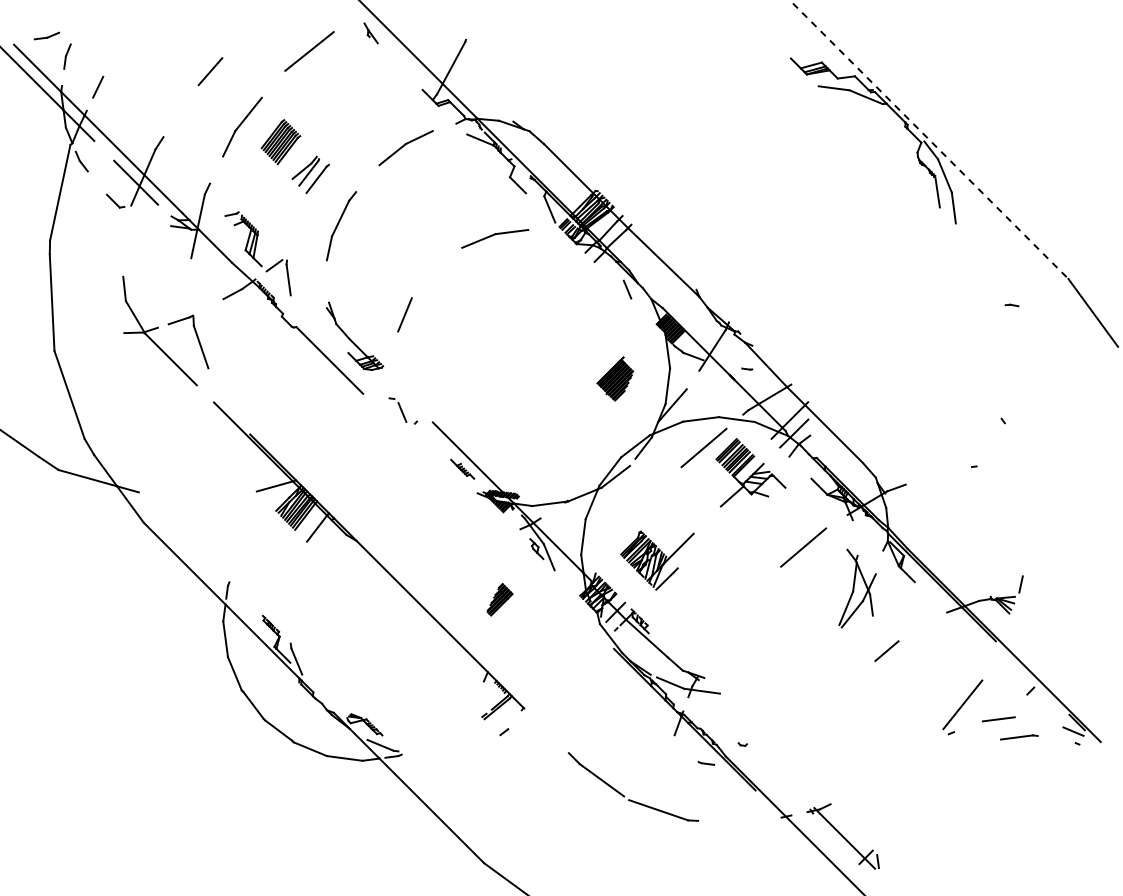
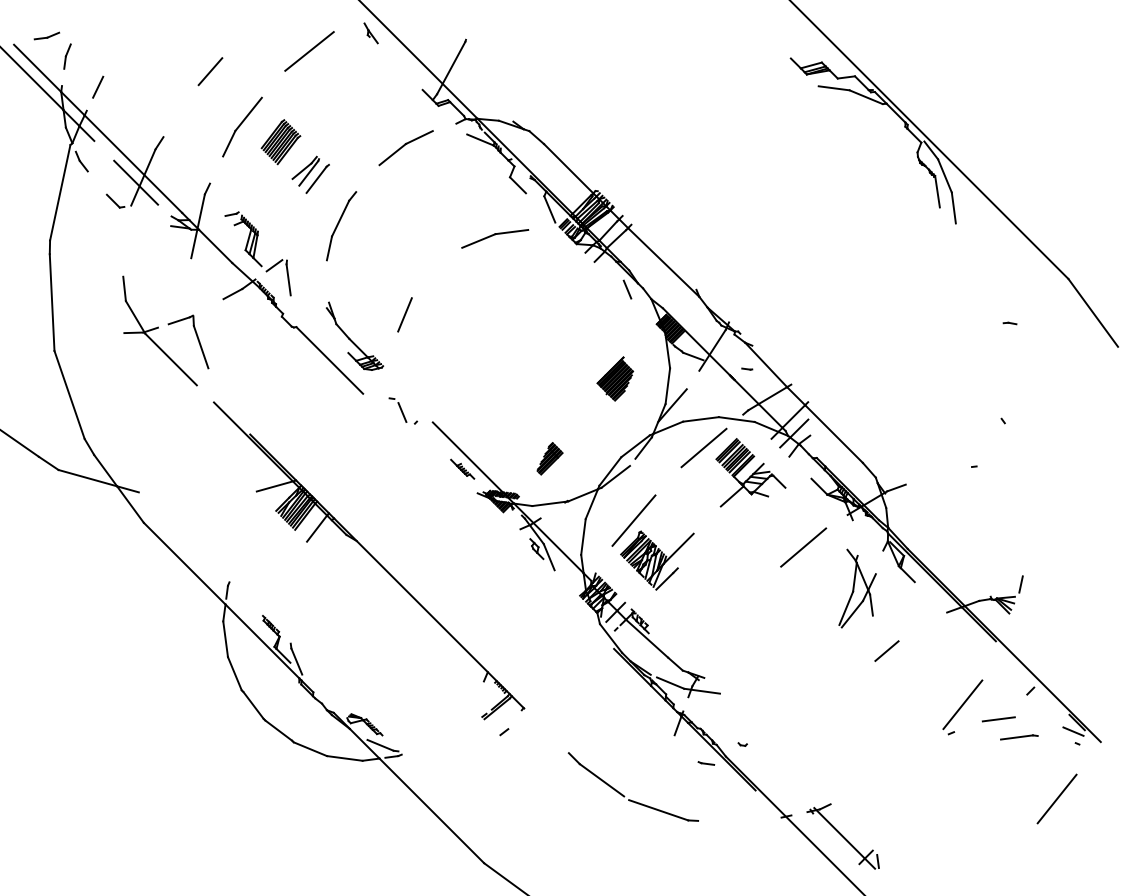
line at (929, 139): dashed -> solid
part at (1011, 305) position: (1011, 305) -> (1009, 323)
line at (633, 520): none -> present
part at (499, 599) position: (499, 599) -> (549, 458)
line at (1056, 798): none -> present
